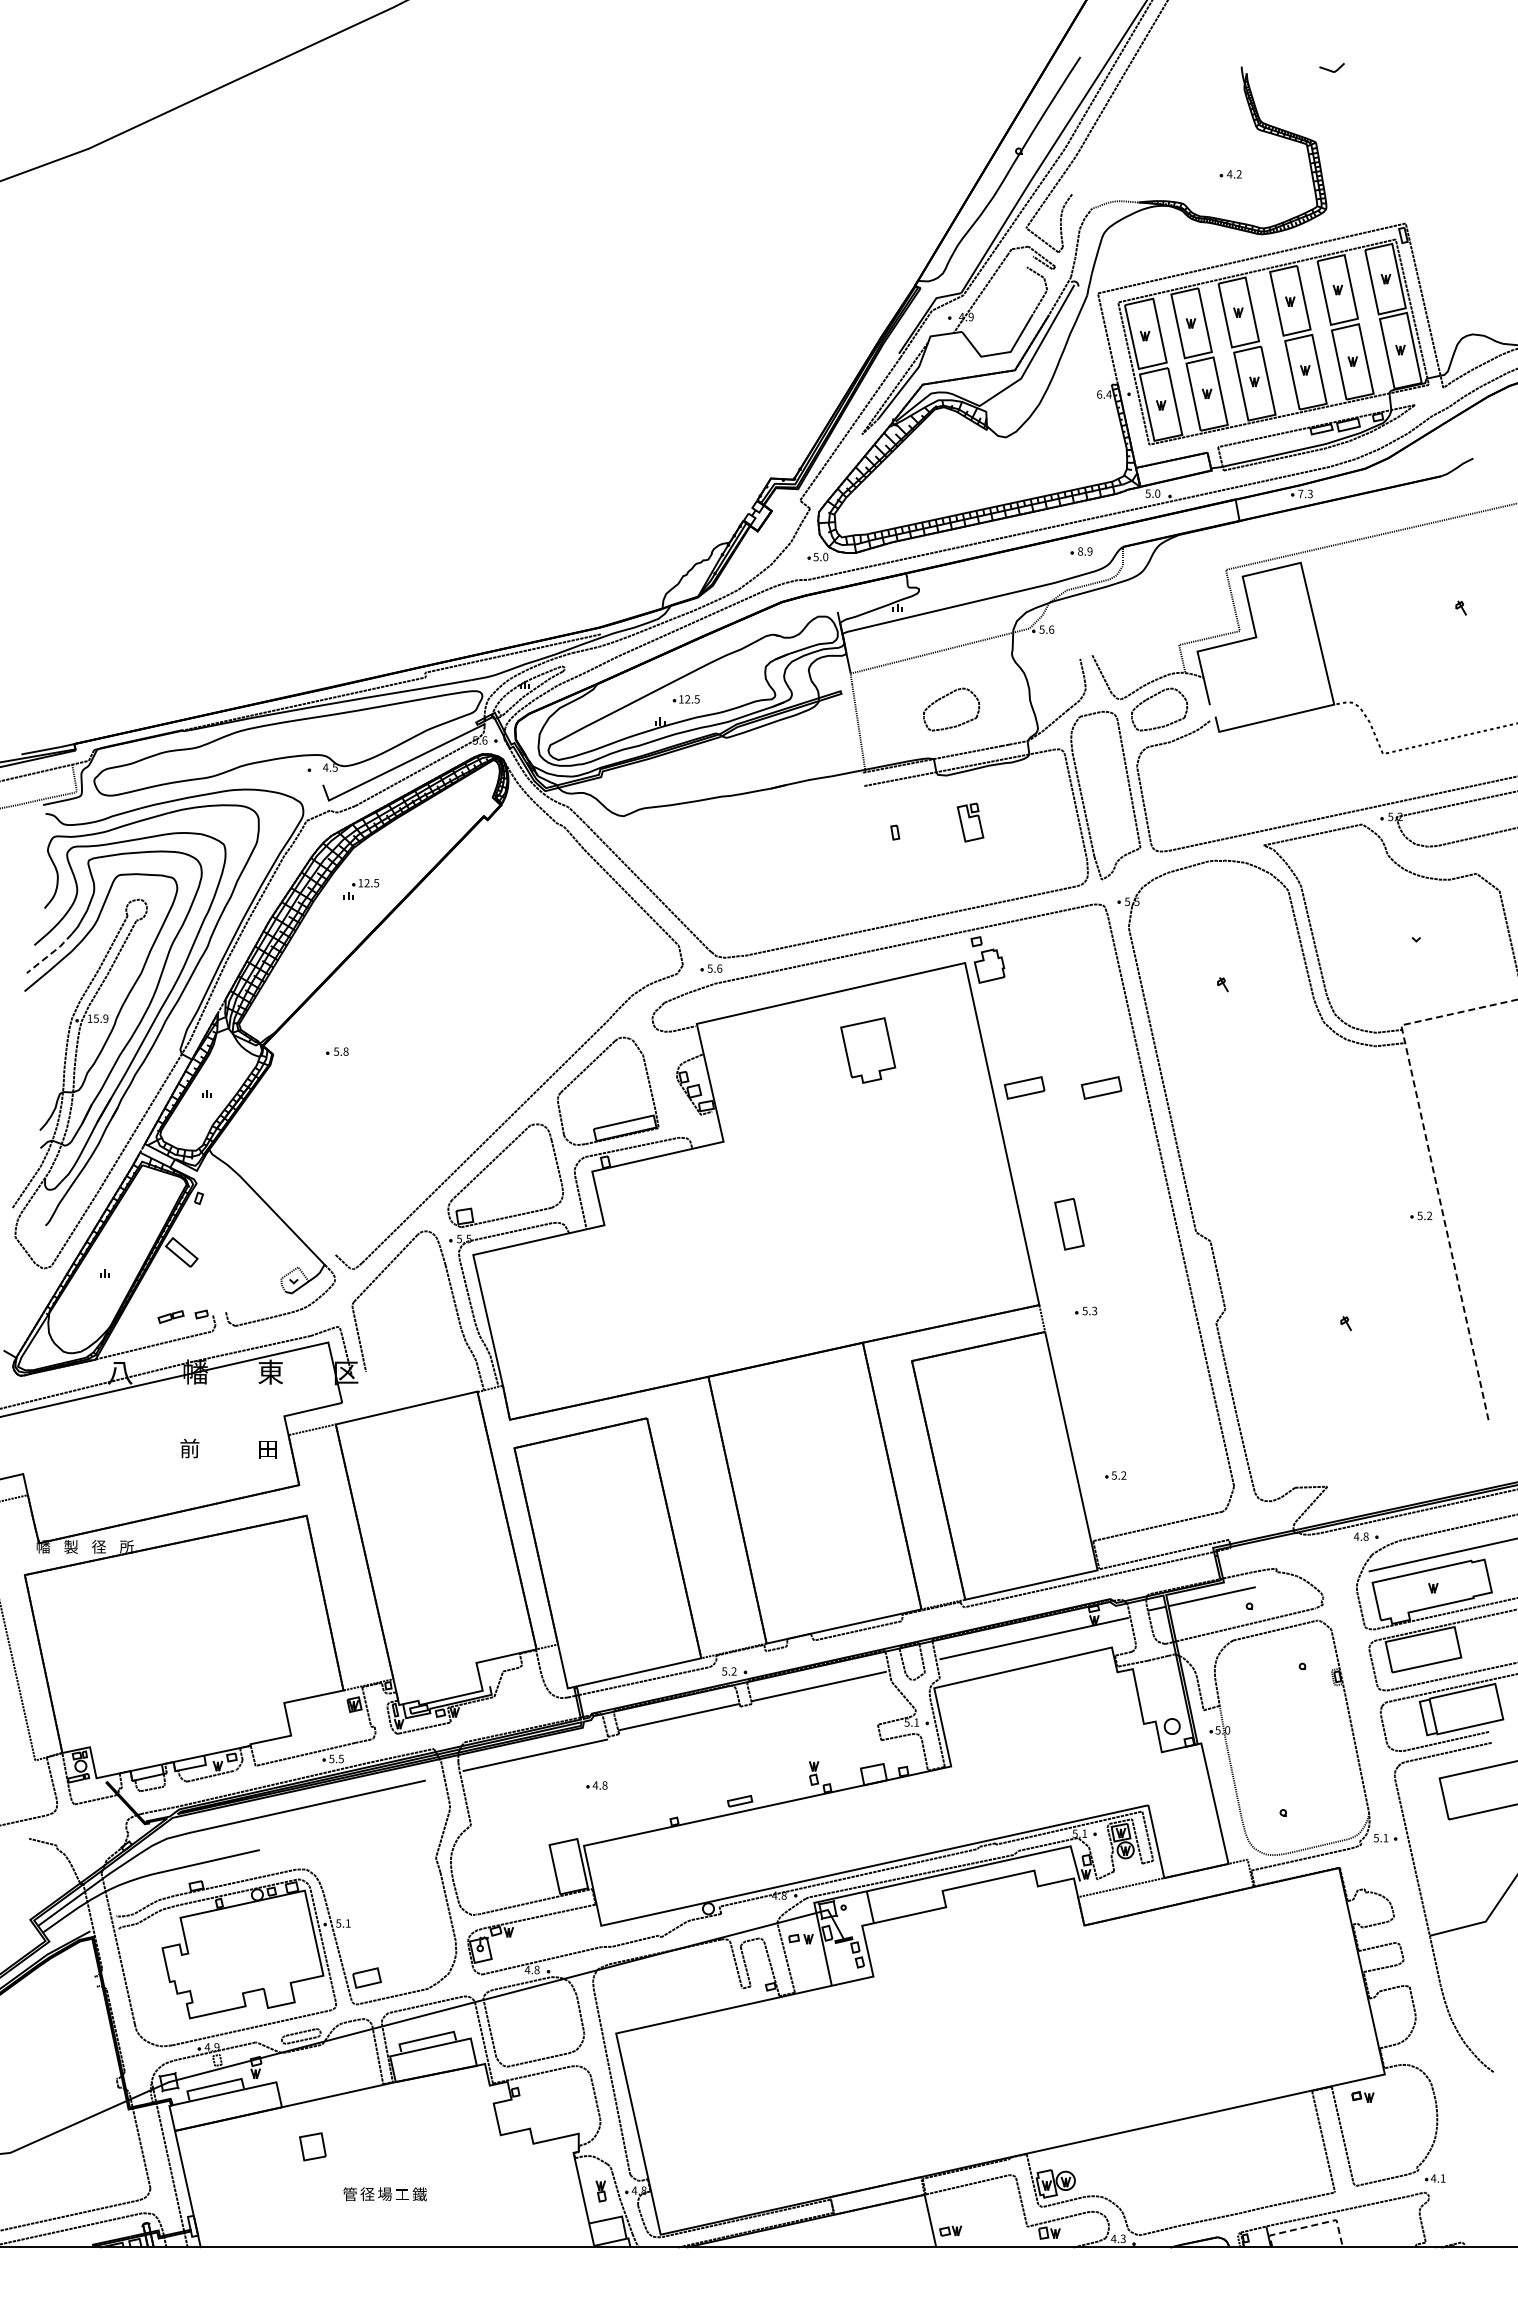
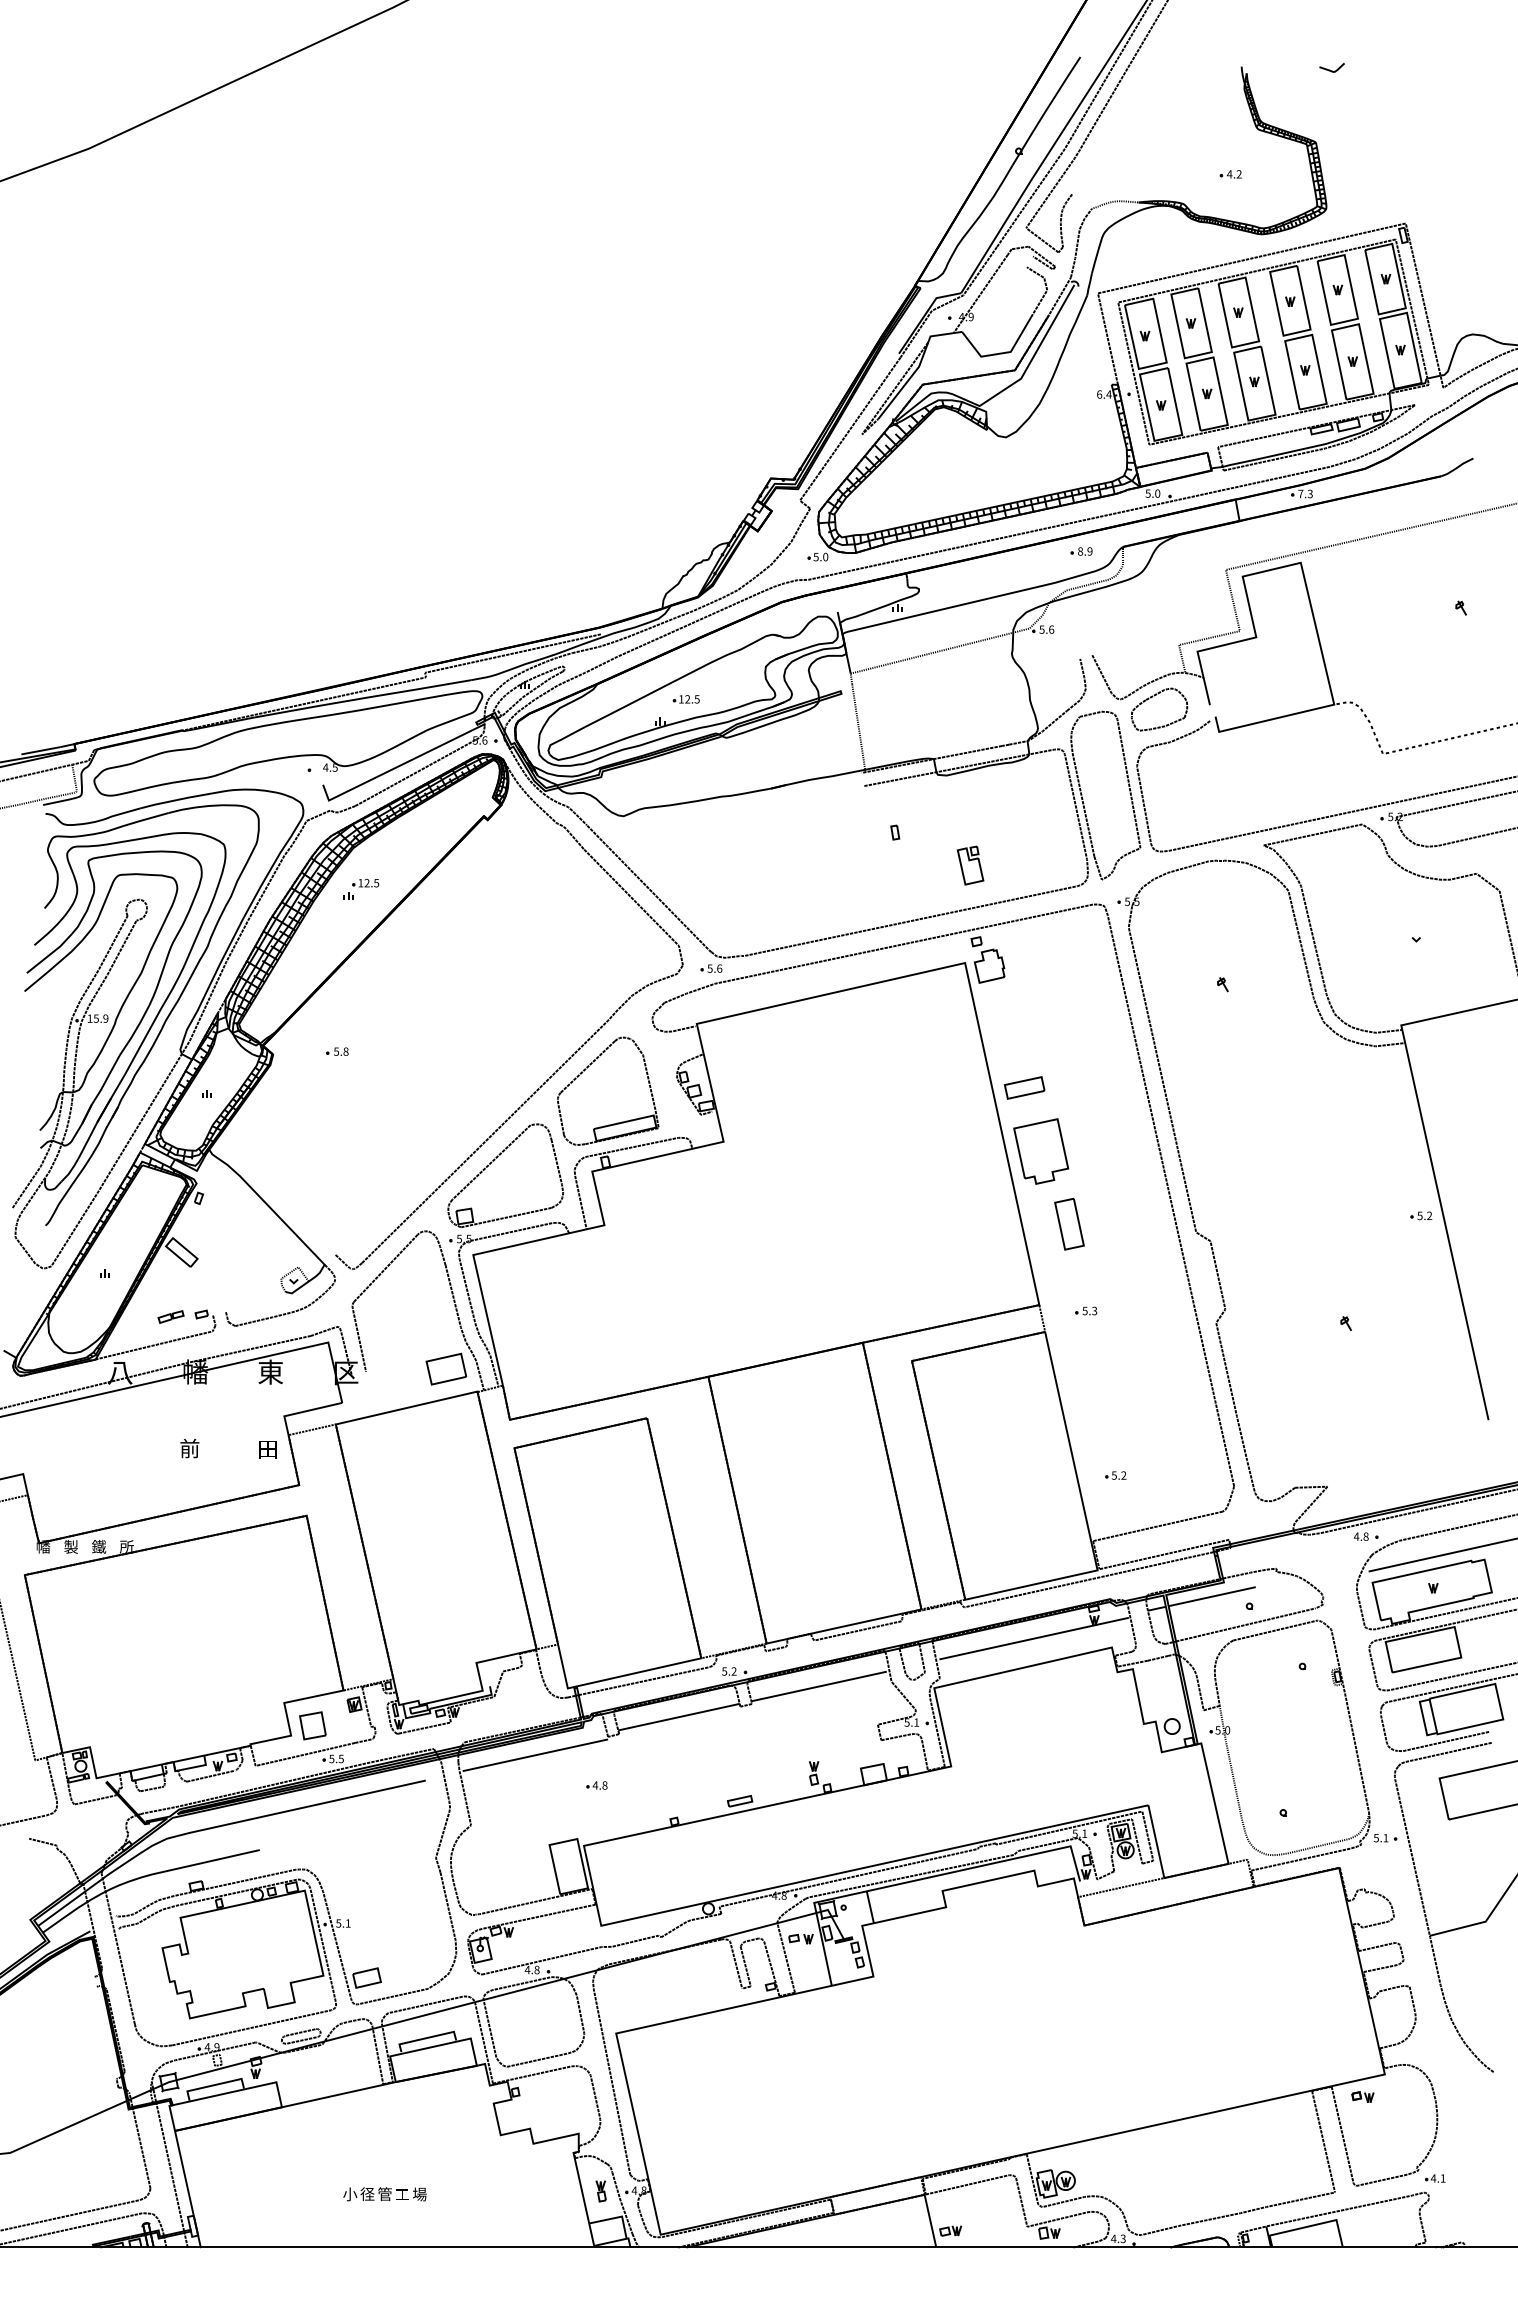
part at (943, 698): present -> none
part at (970, 822) position: (970, 822) -> (970, 865)
line at (50, 954): dashed -> solid
part at (868, 1050) position: (868, 1050) -> (1041, 1151)
part at (1101, 1087): present -> none
line at (1431, 1163): dashed -> solid
part at (446, 1368): none -> present
text at (99, 1546): 径 -> 鐵
part at (312, 2146) position: (312, 2146) -> (312, 1725)
text at (350, 2194): 管 -> 小
text at (384, 2194): 場 -> 管
text at (419, 2194): 鐵 -> 場
line at (1311, 2225): dashed -> solid
